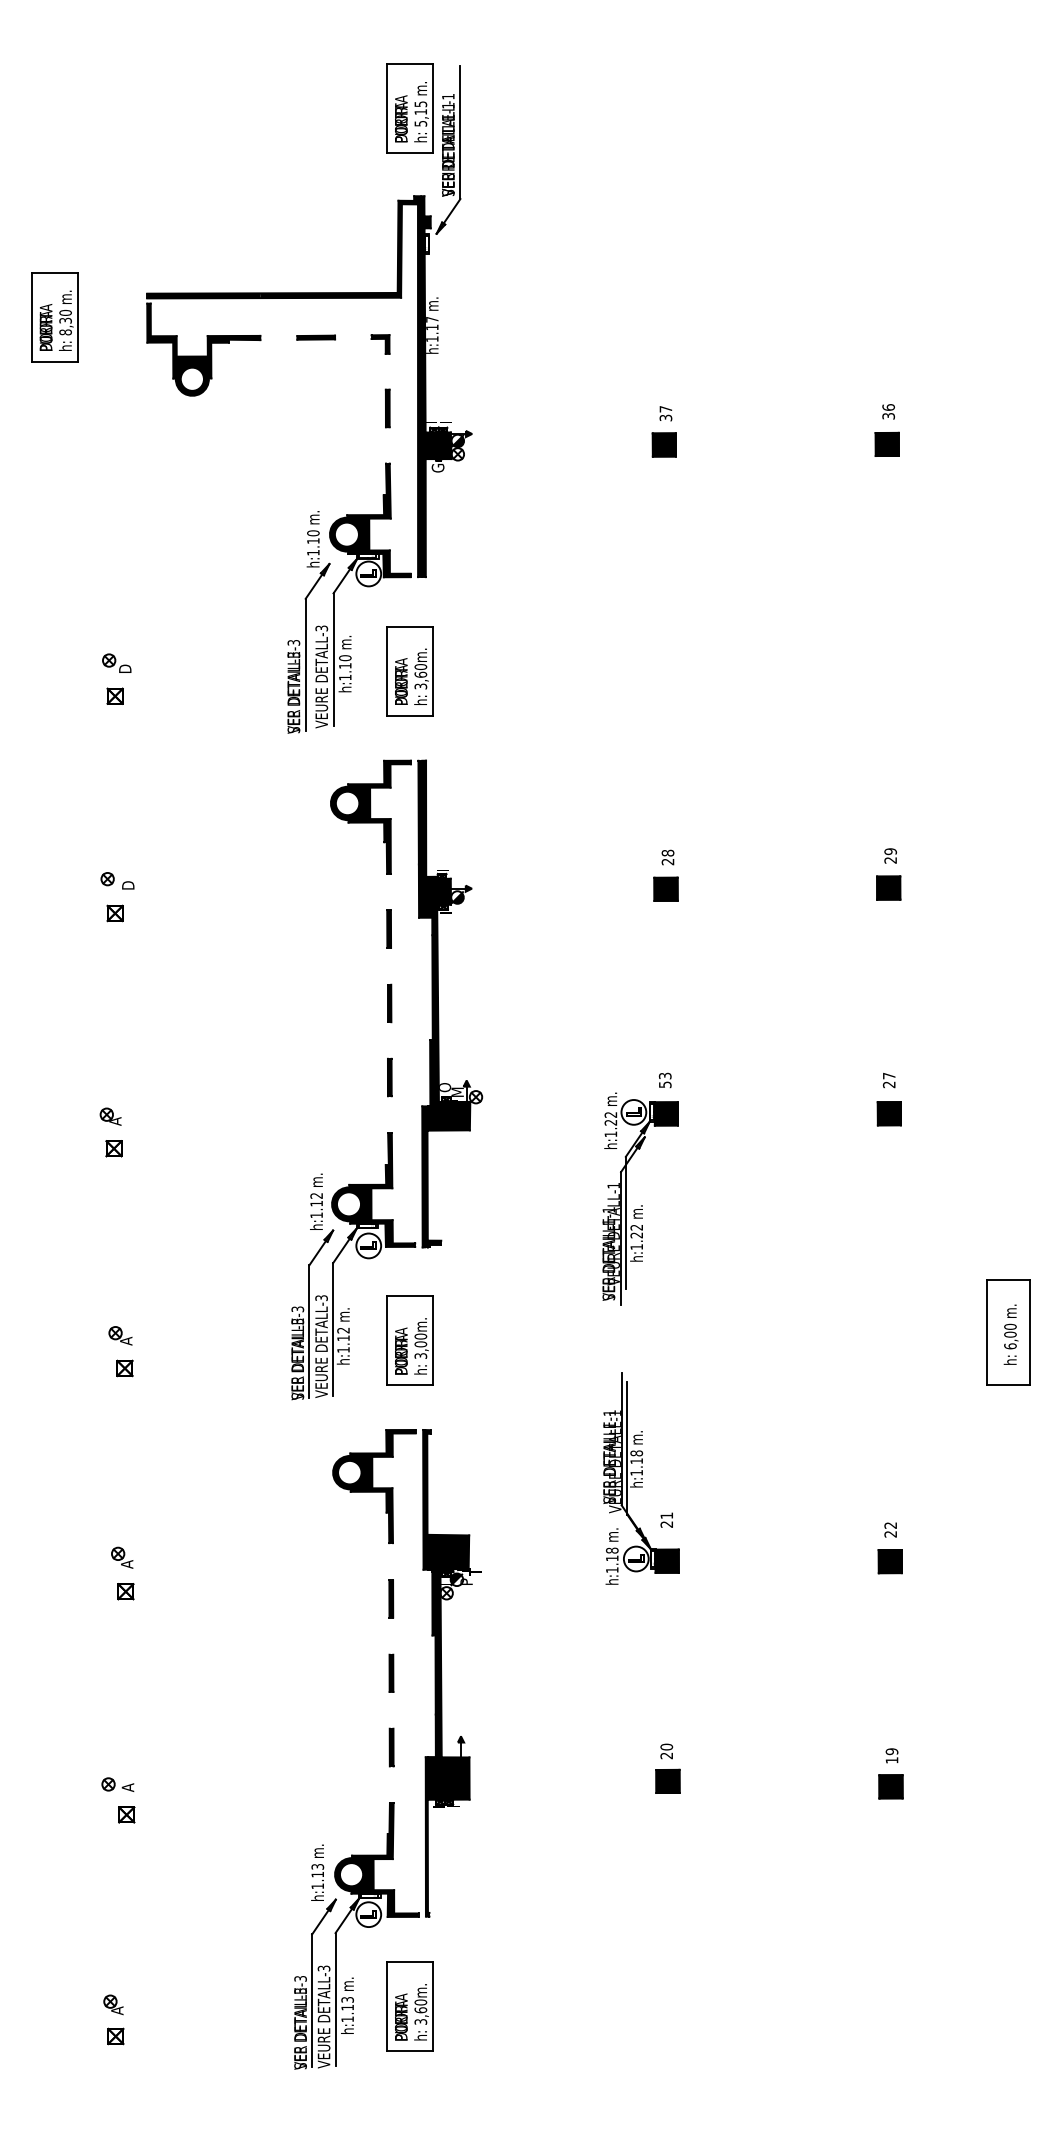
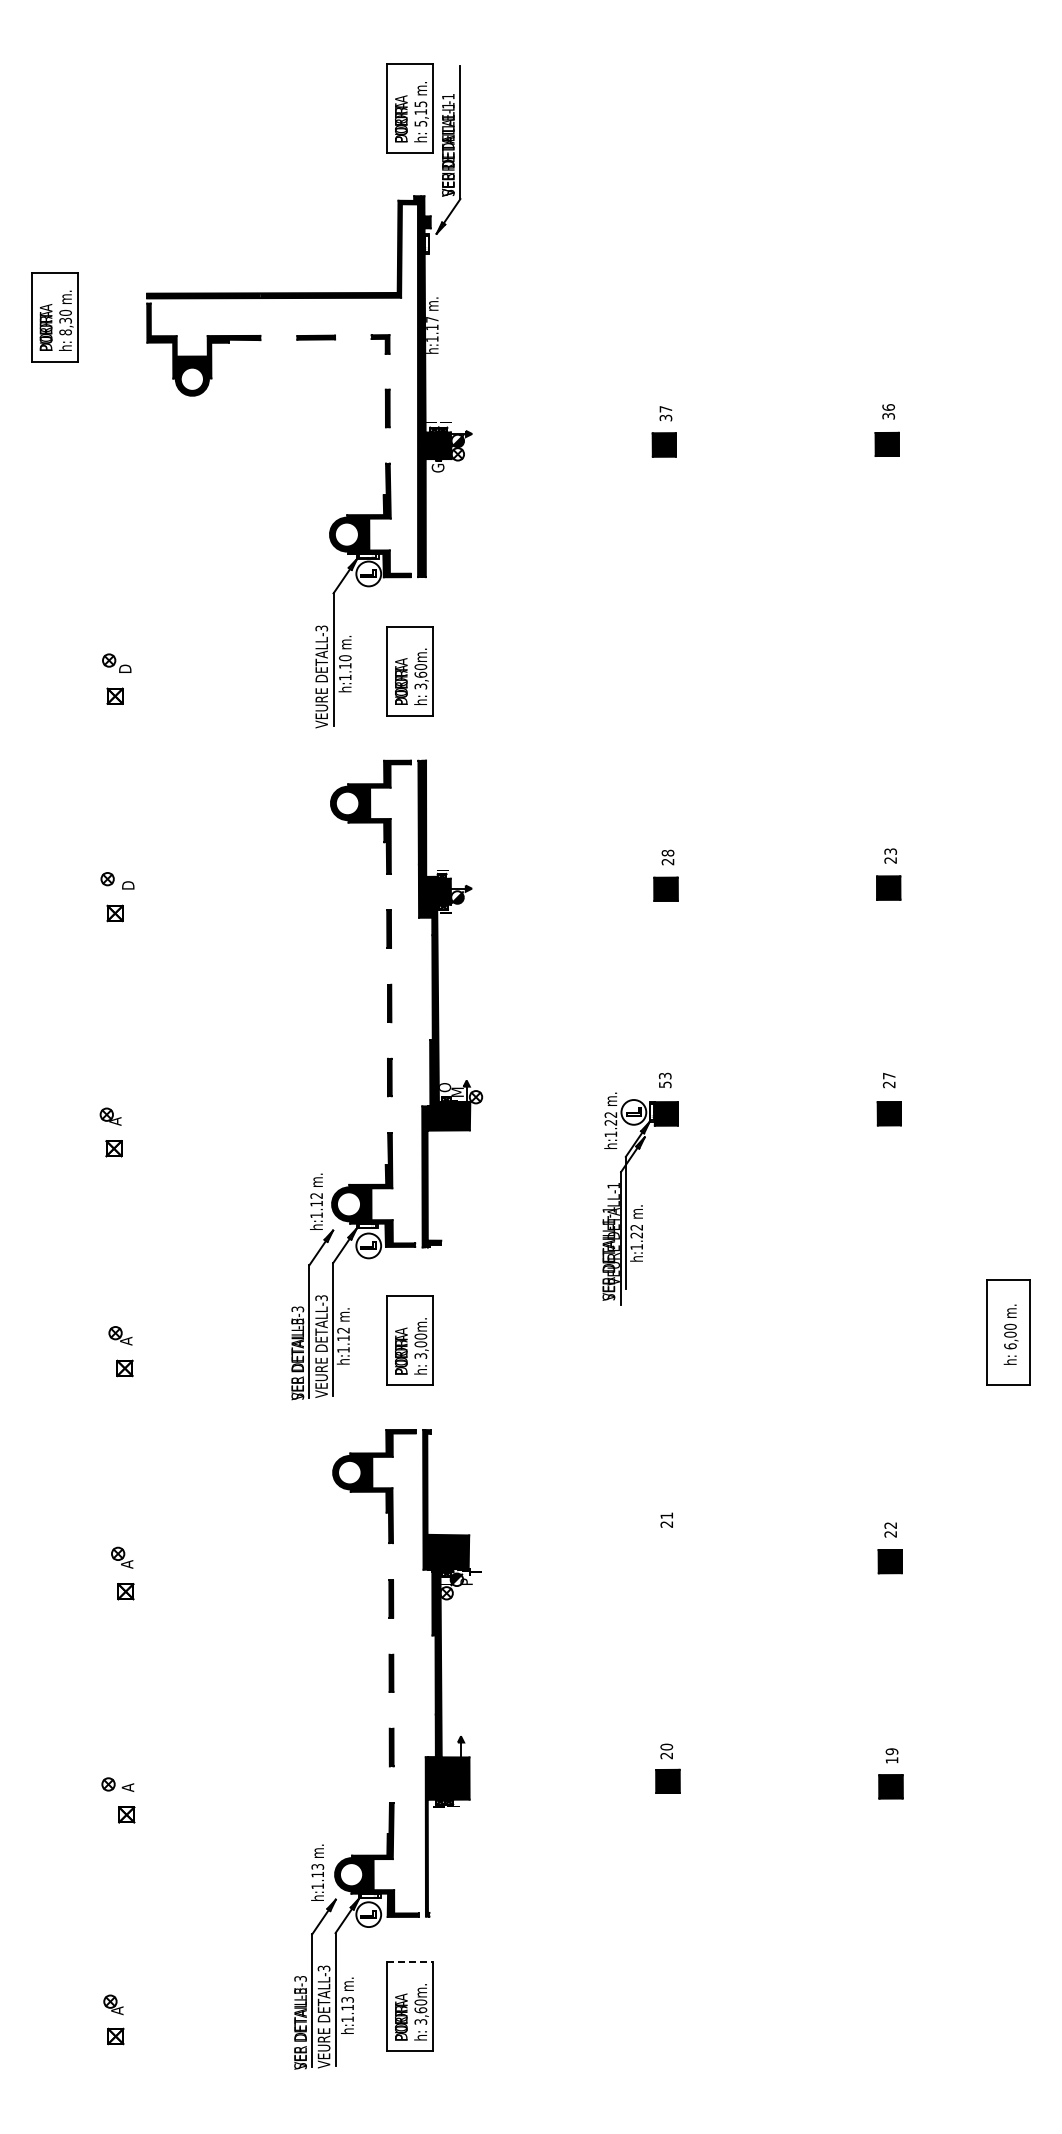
part at (308, 622): present -> none
text at (890, 851): 29 -> 23
part at (641, 1478): present -> none
line at (410, 1962): solid -> dashed
